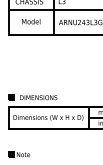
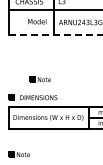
text at (31, 21) position: (31, 21) -> (37, 21)
line at (56, 35): solid -> dashed
part at (39, 79): none -> present
